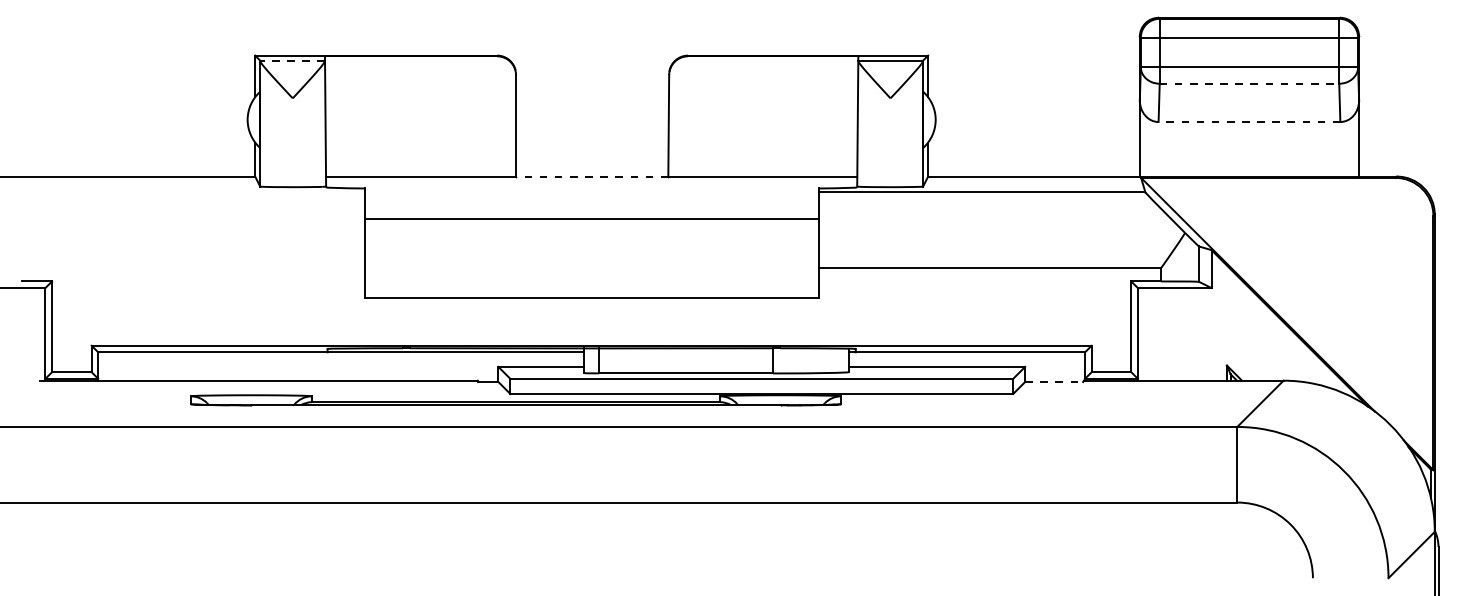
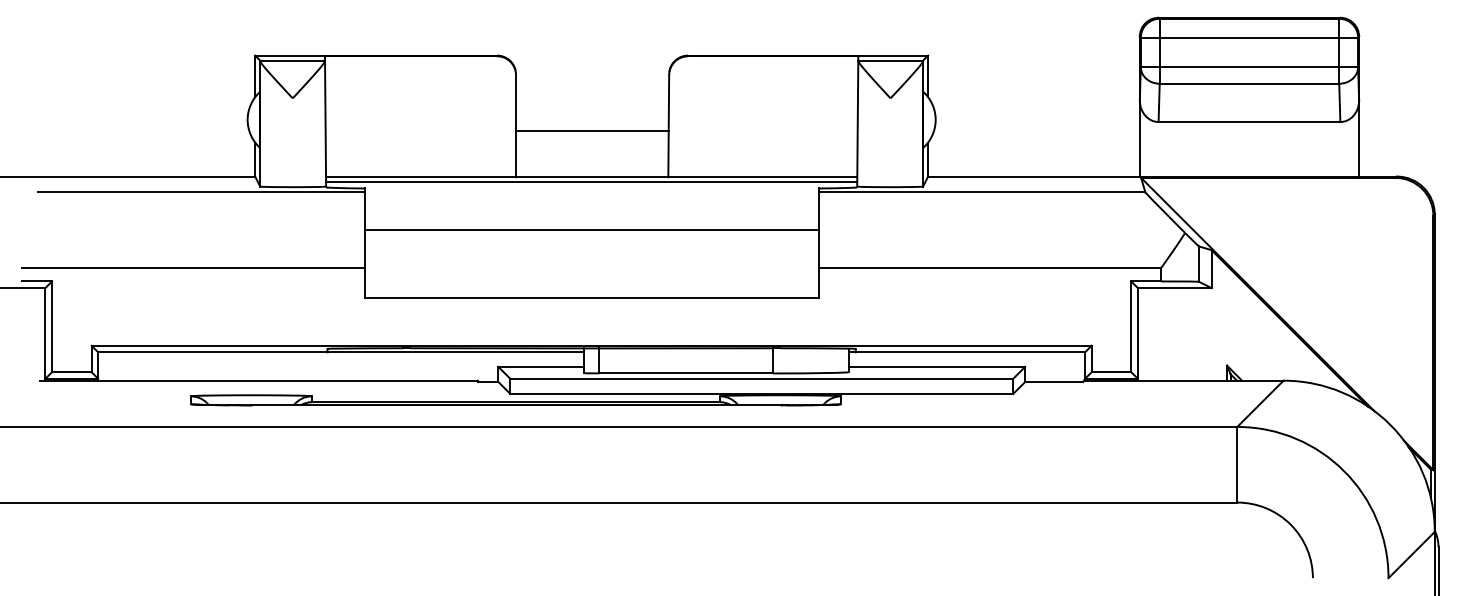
line at (292, 60): dashed -> solid
line at (1249, 83): dashed -> solid
line at (1249, 121): dashed -> solid
line at (592, 131): none -> present
line at (591, 176): dashed -> solid
line at (591, 181): none -> present
line at (200, 192): none -> present
line at (591, 218) position: (591, 218) -> (591, 229)
line at (193, 268): none -> present
line at (1054, 382): dashed -> solid
